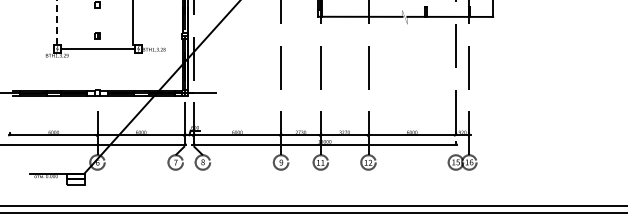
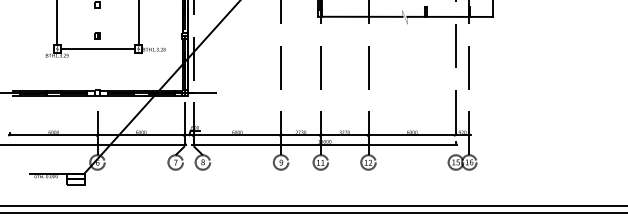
line at (57, 22): dashed -> solid
line at (132, 23) position: (132, 23) -> (138, 23)
